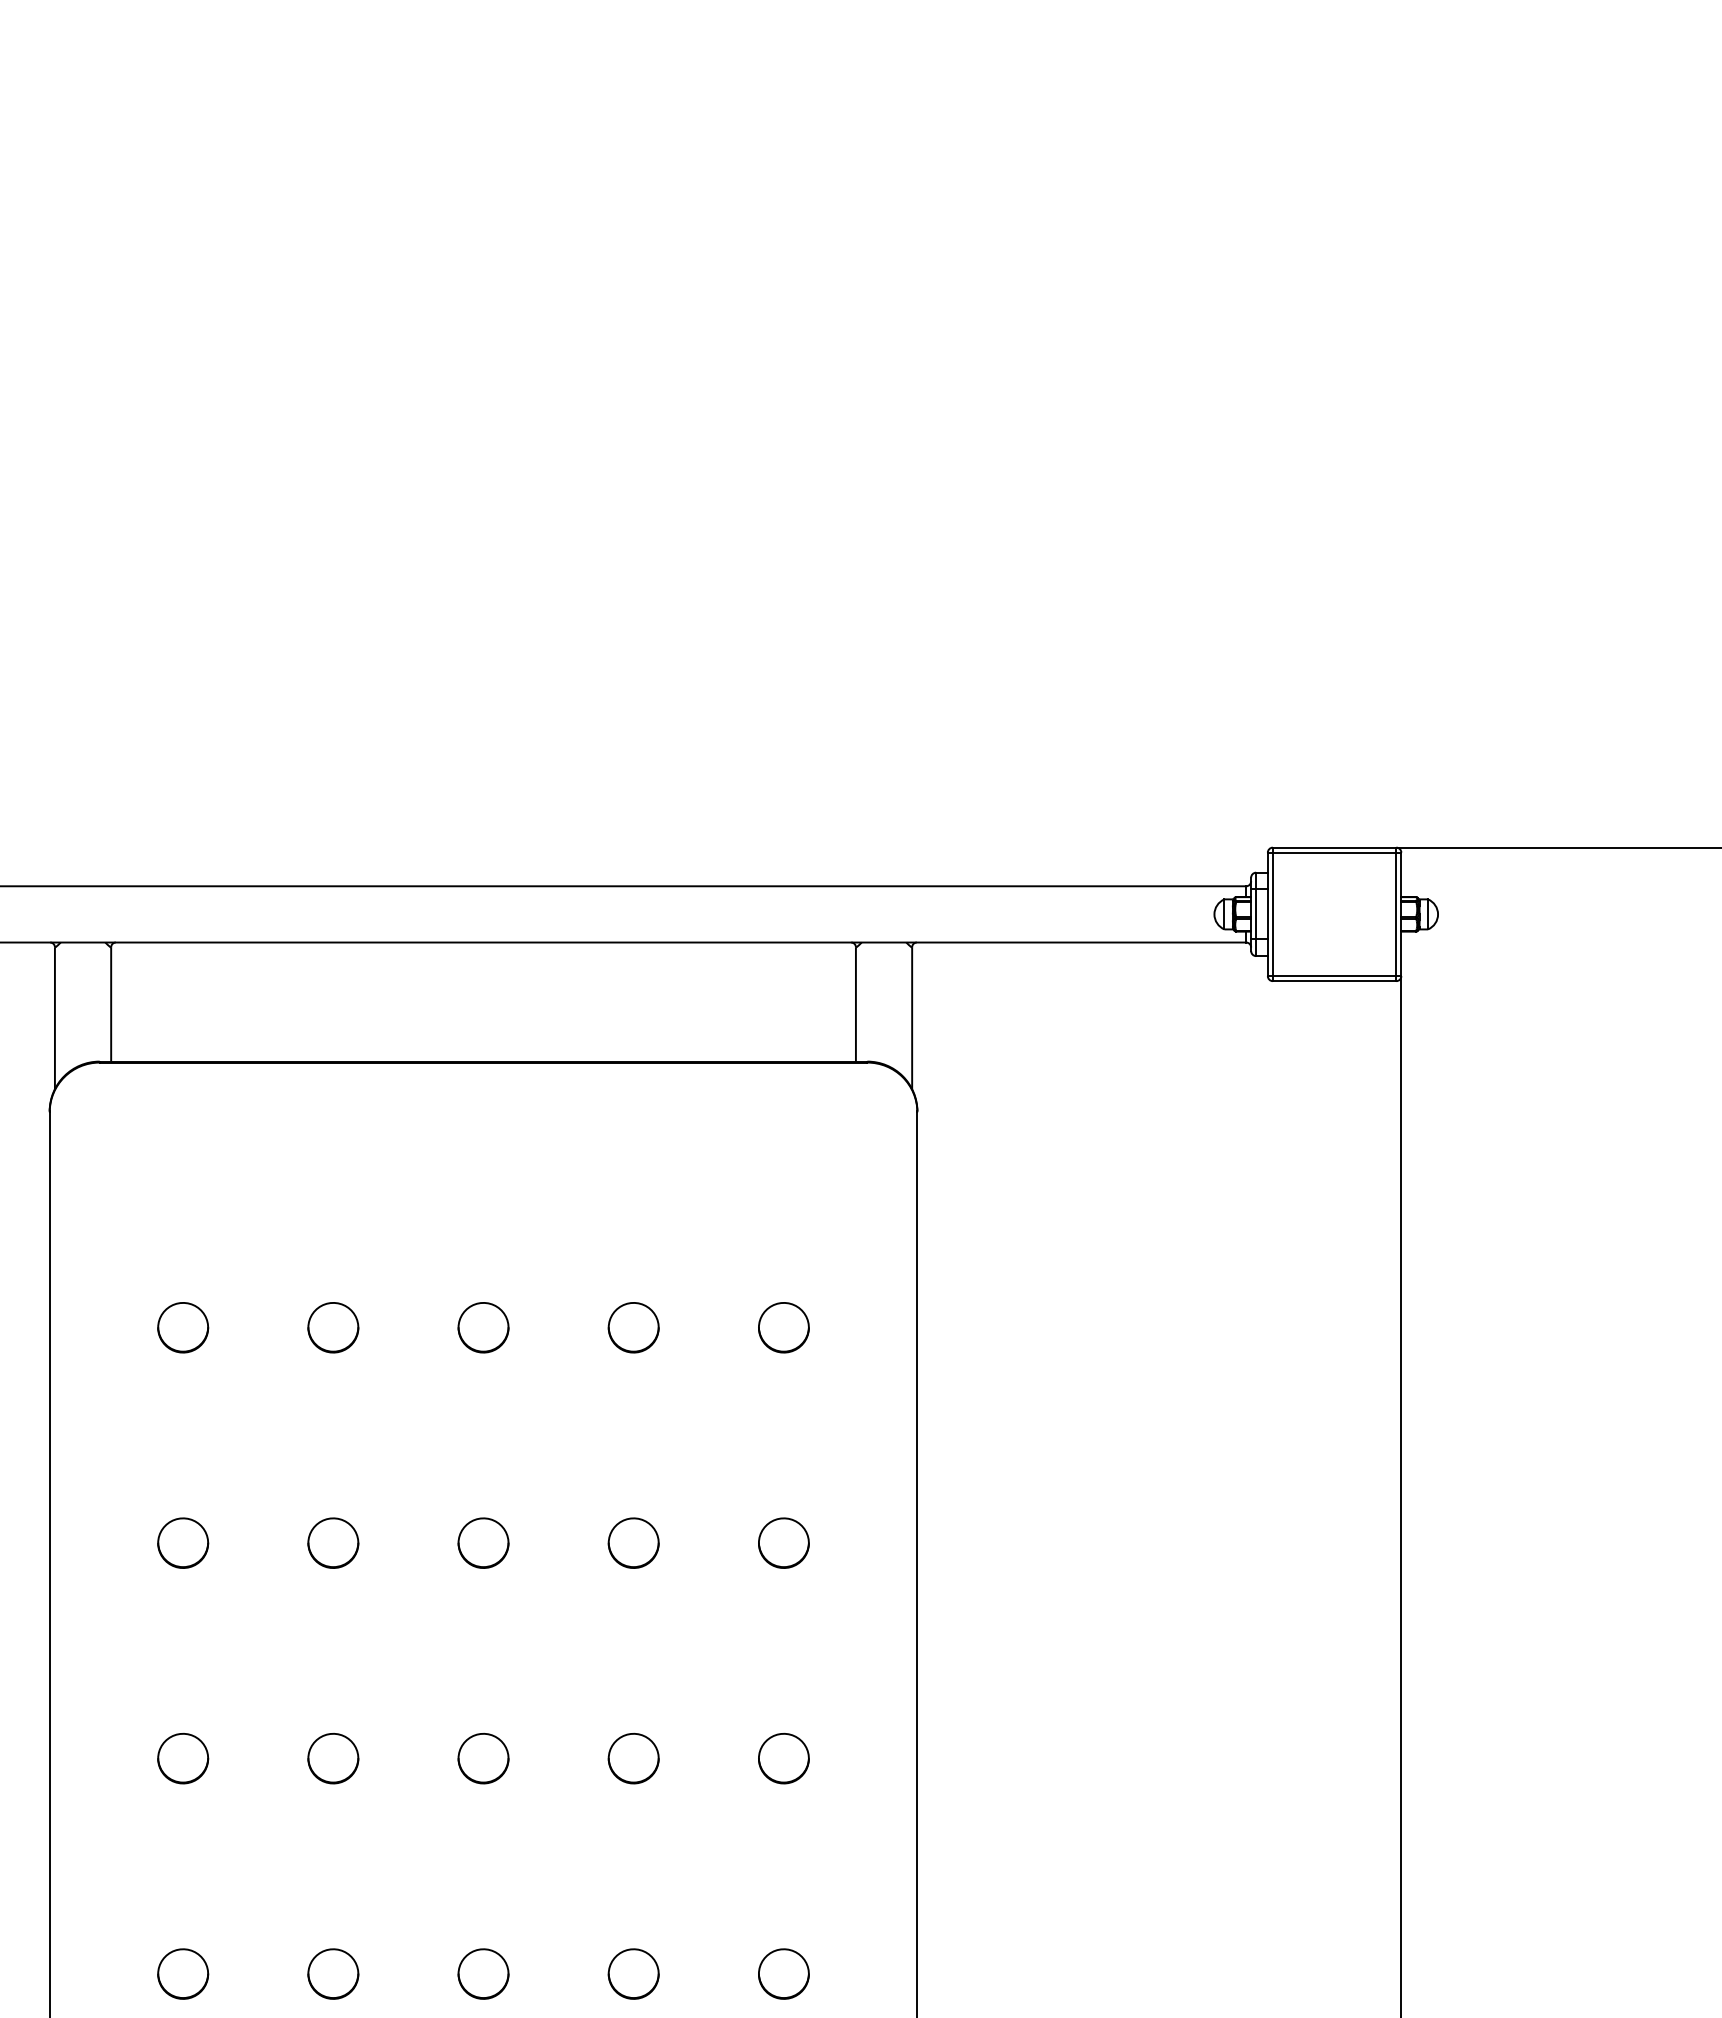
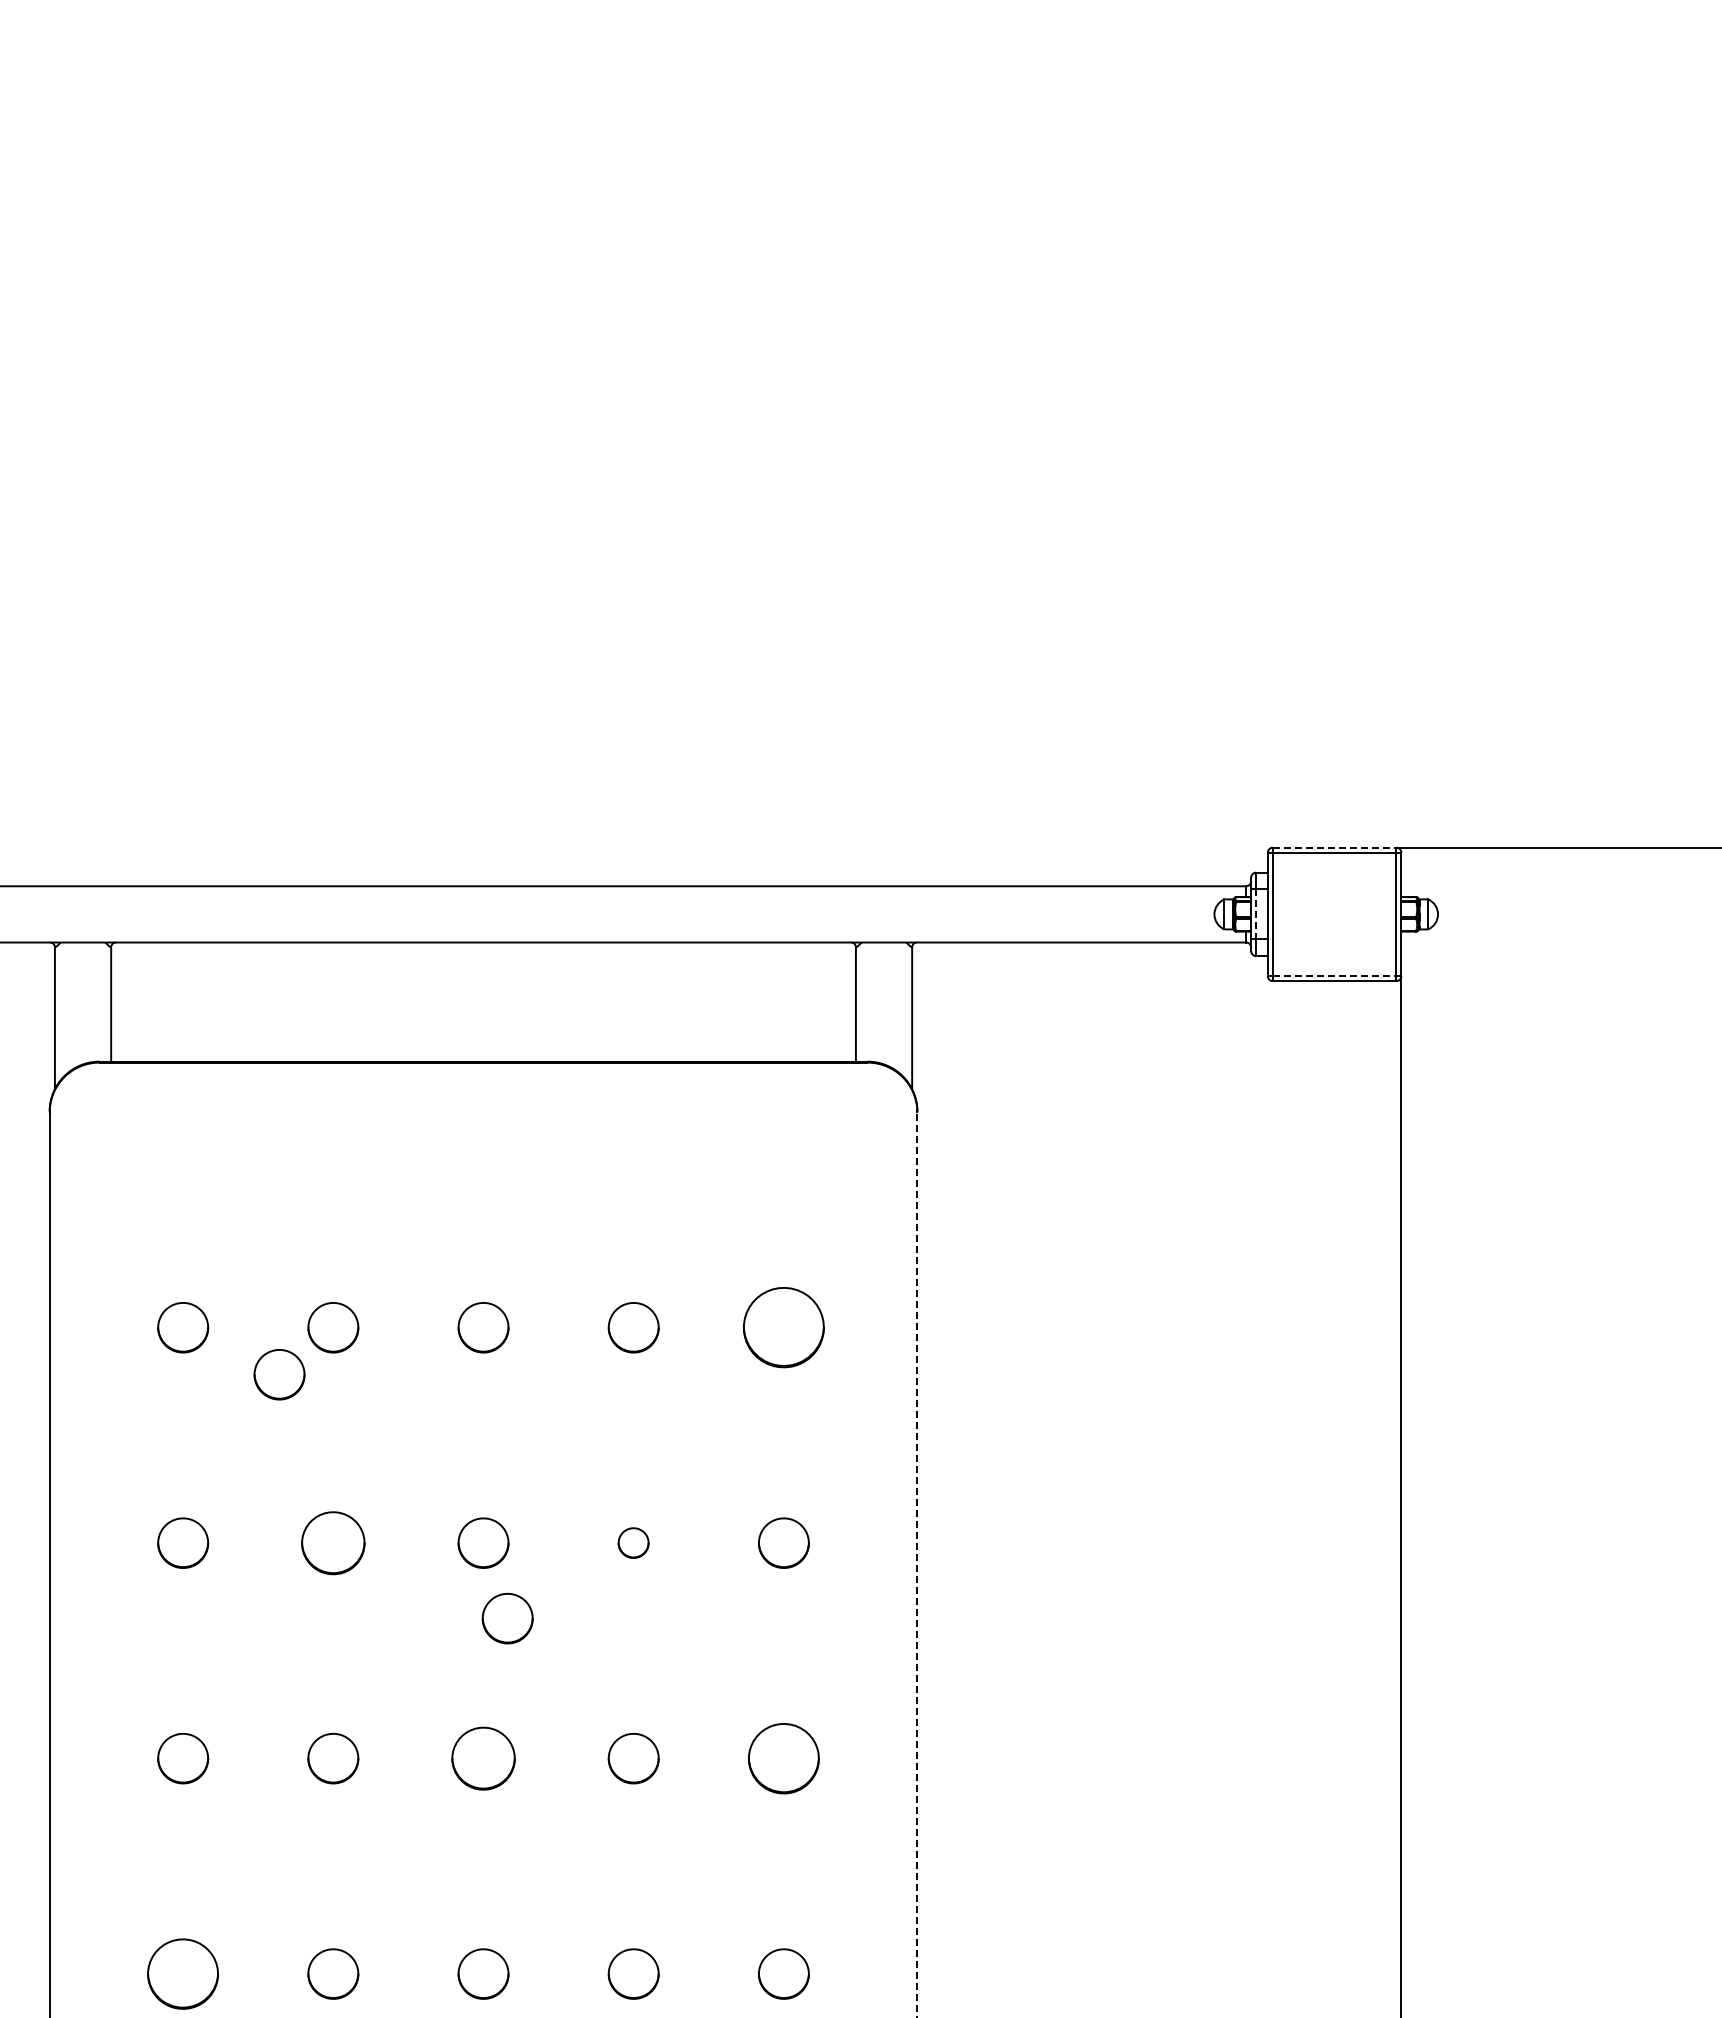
line at (1334, 847): solid -> dashed
line at (1256, 914): solid -> dashed
line at (1334, 976): solid -> dashed
part at (783, 1327) size: 52x52 px -> 82x82 px
part at (279, 1374): none -> present
part at (333, 1542) size: 53x52 px -> 65x65 px
part at (633, 1542) size: 53x52 px -> 33x32 px
line at (917, 1565): solid -> dashed
part at (507, 1618): none -> present
part at (483, 1758) size: 53x53 px -> 65x65 px
part at (783, 1758) size: 52x53 px -> 72x72 px
part at (183, 1973) size: 53x52 px -> 72x72 px
